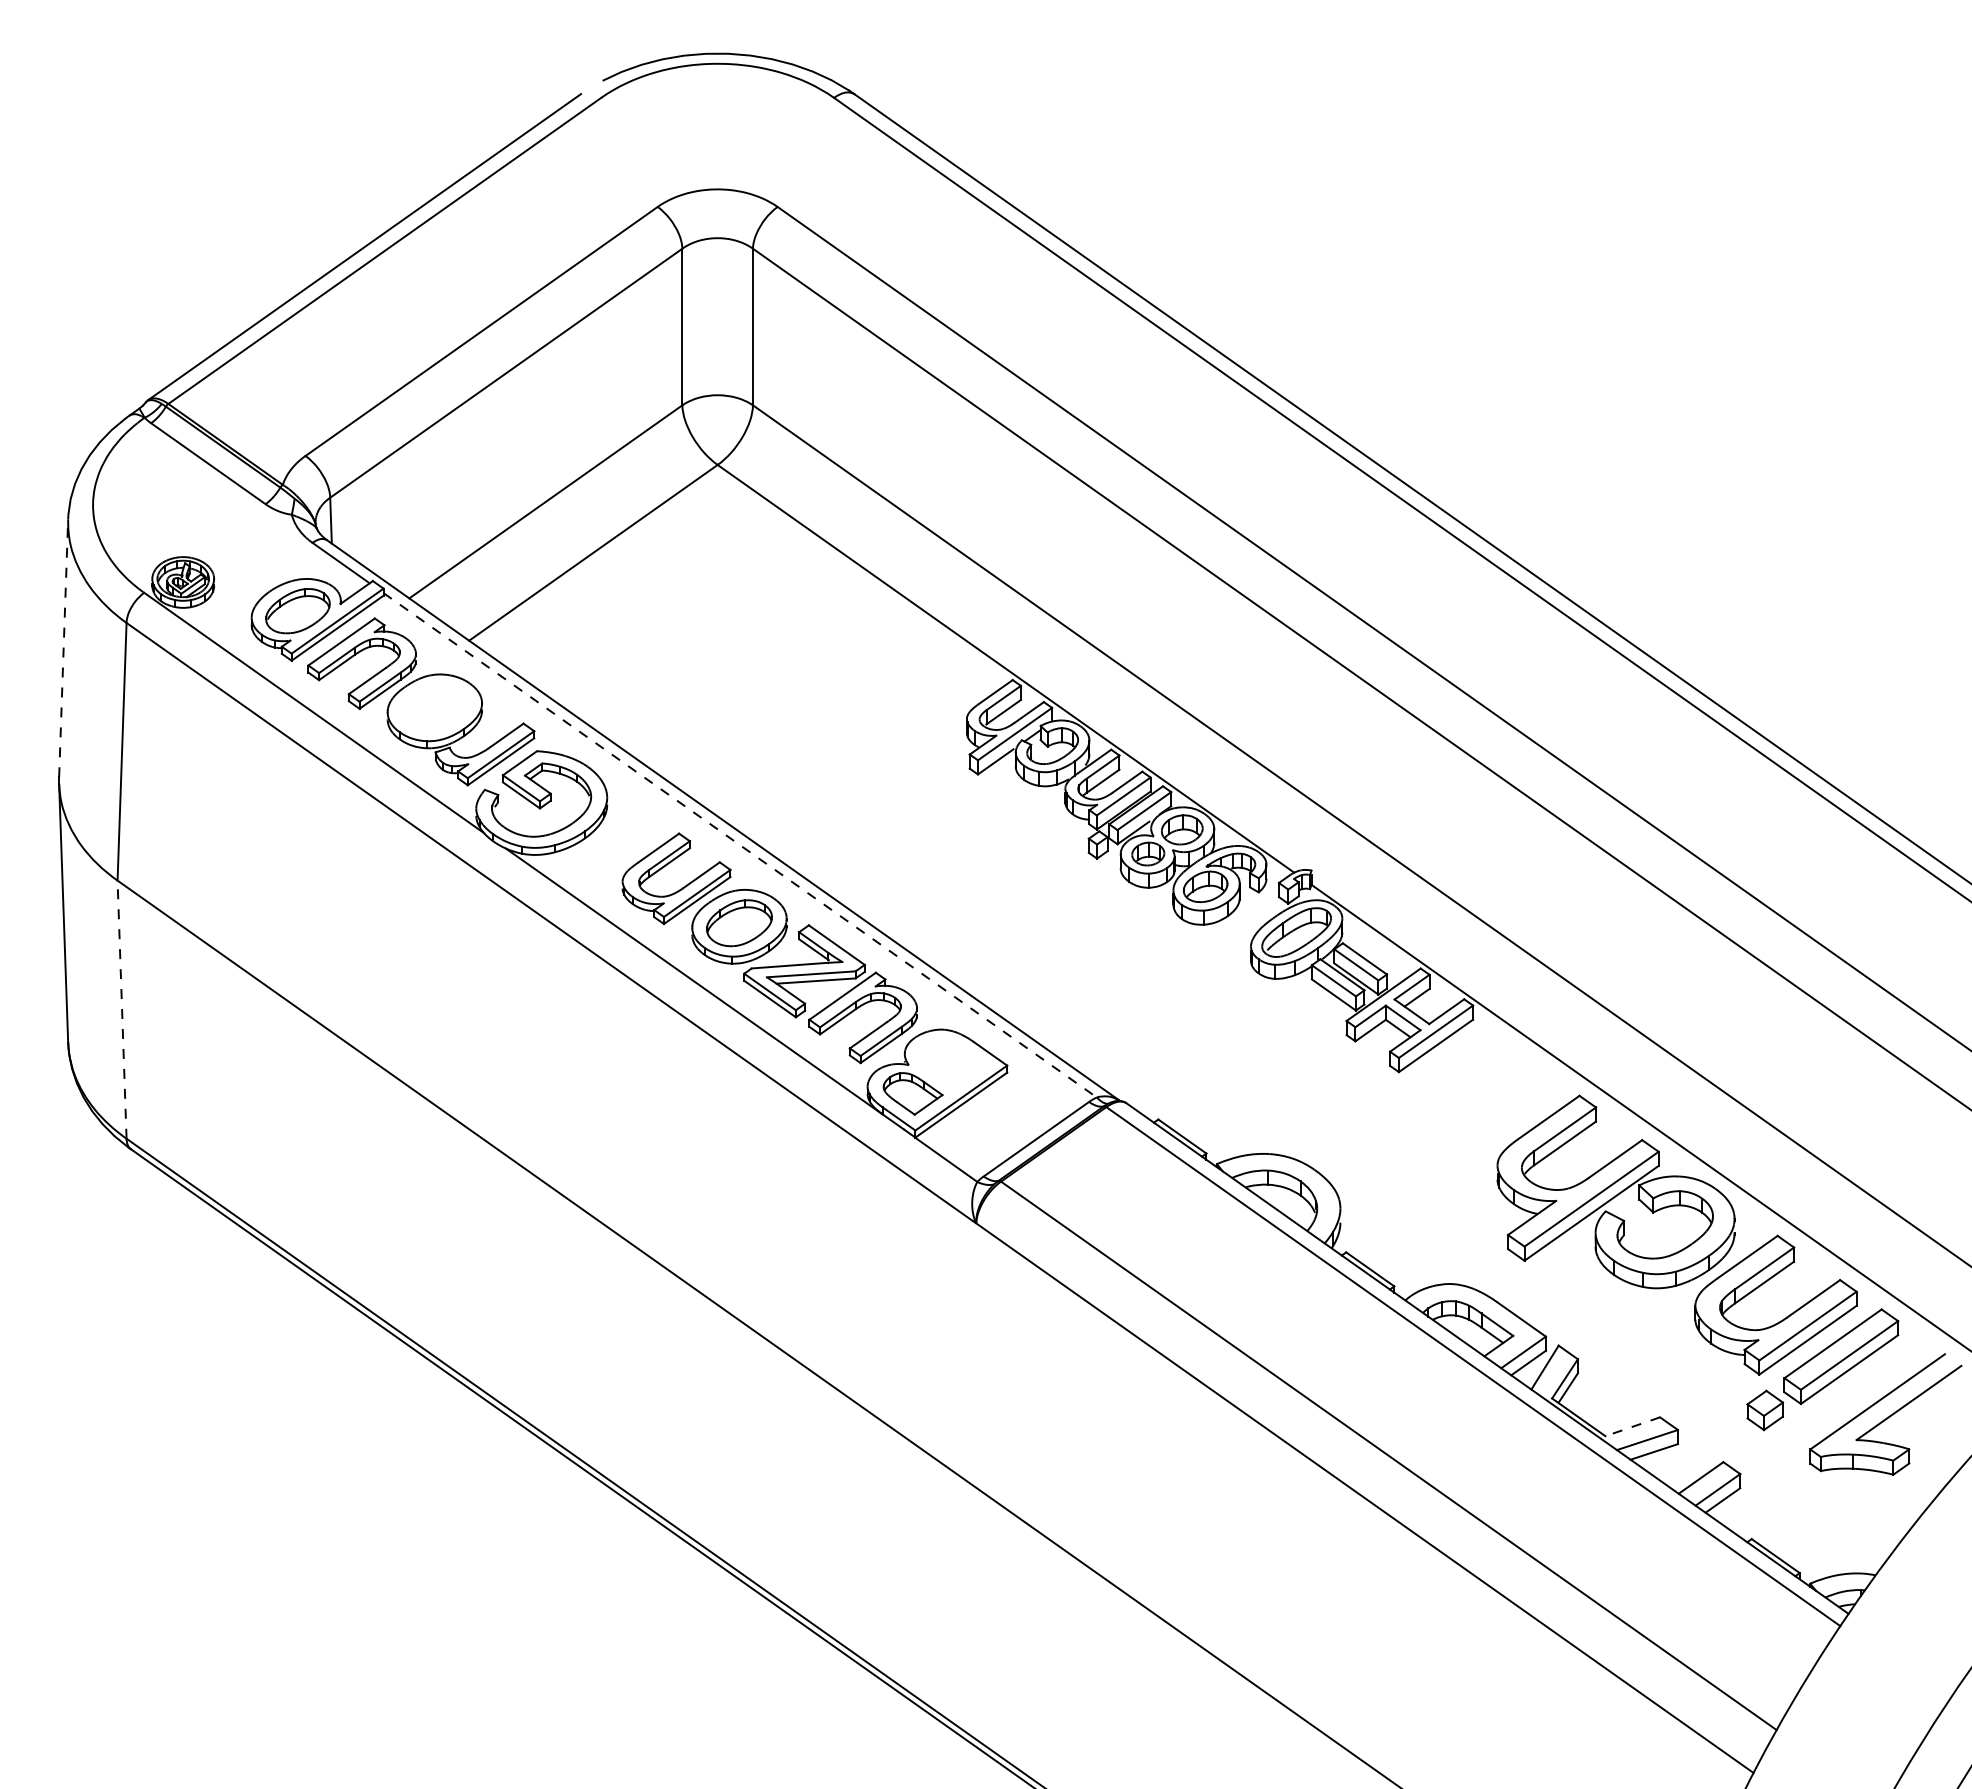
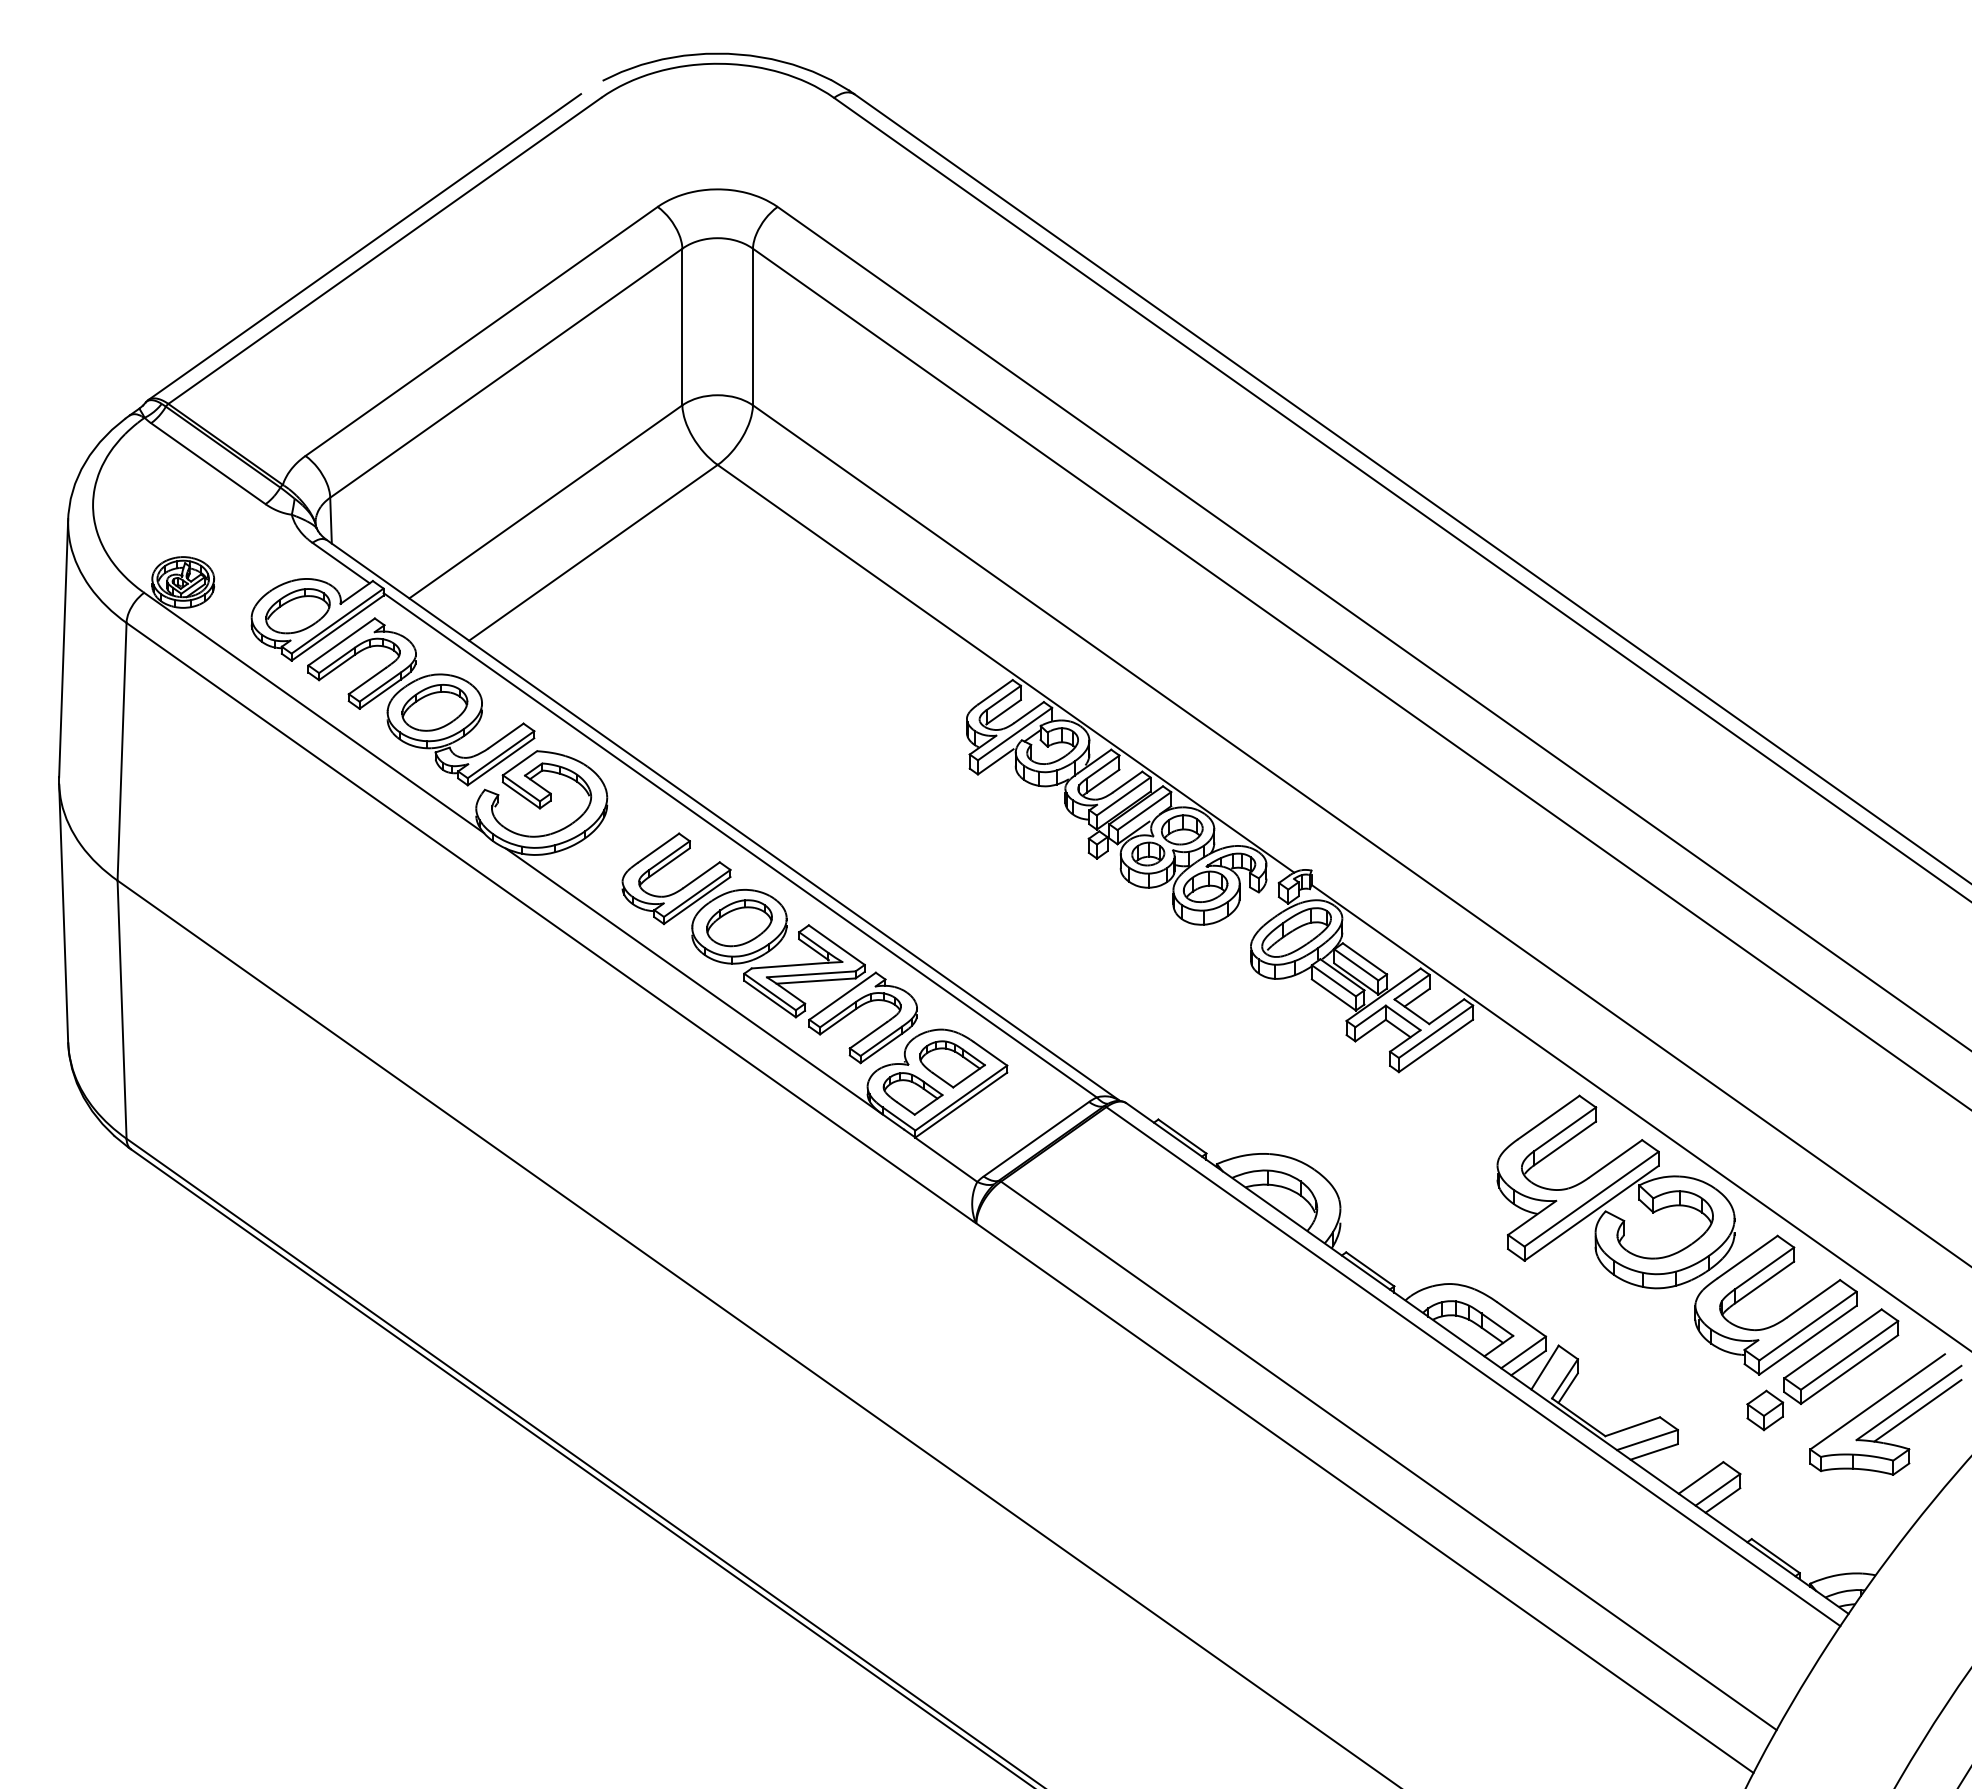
line at (63, 647): dashed -> solid
part at (434, 707): none -> present
line at (740, 845): dashed -> solid
line at (122, 1009): dashed -> solid
part at (952, 1064): none -> present
line at (1917, 1410): none -> present
line at (1632, 1426): dashed -> solid
